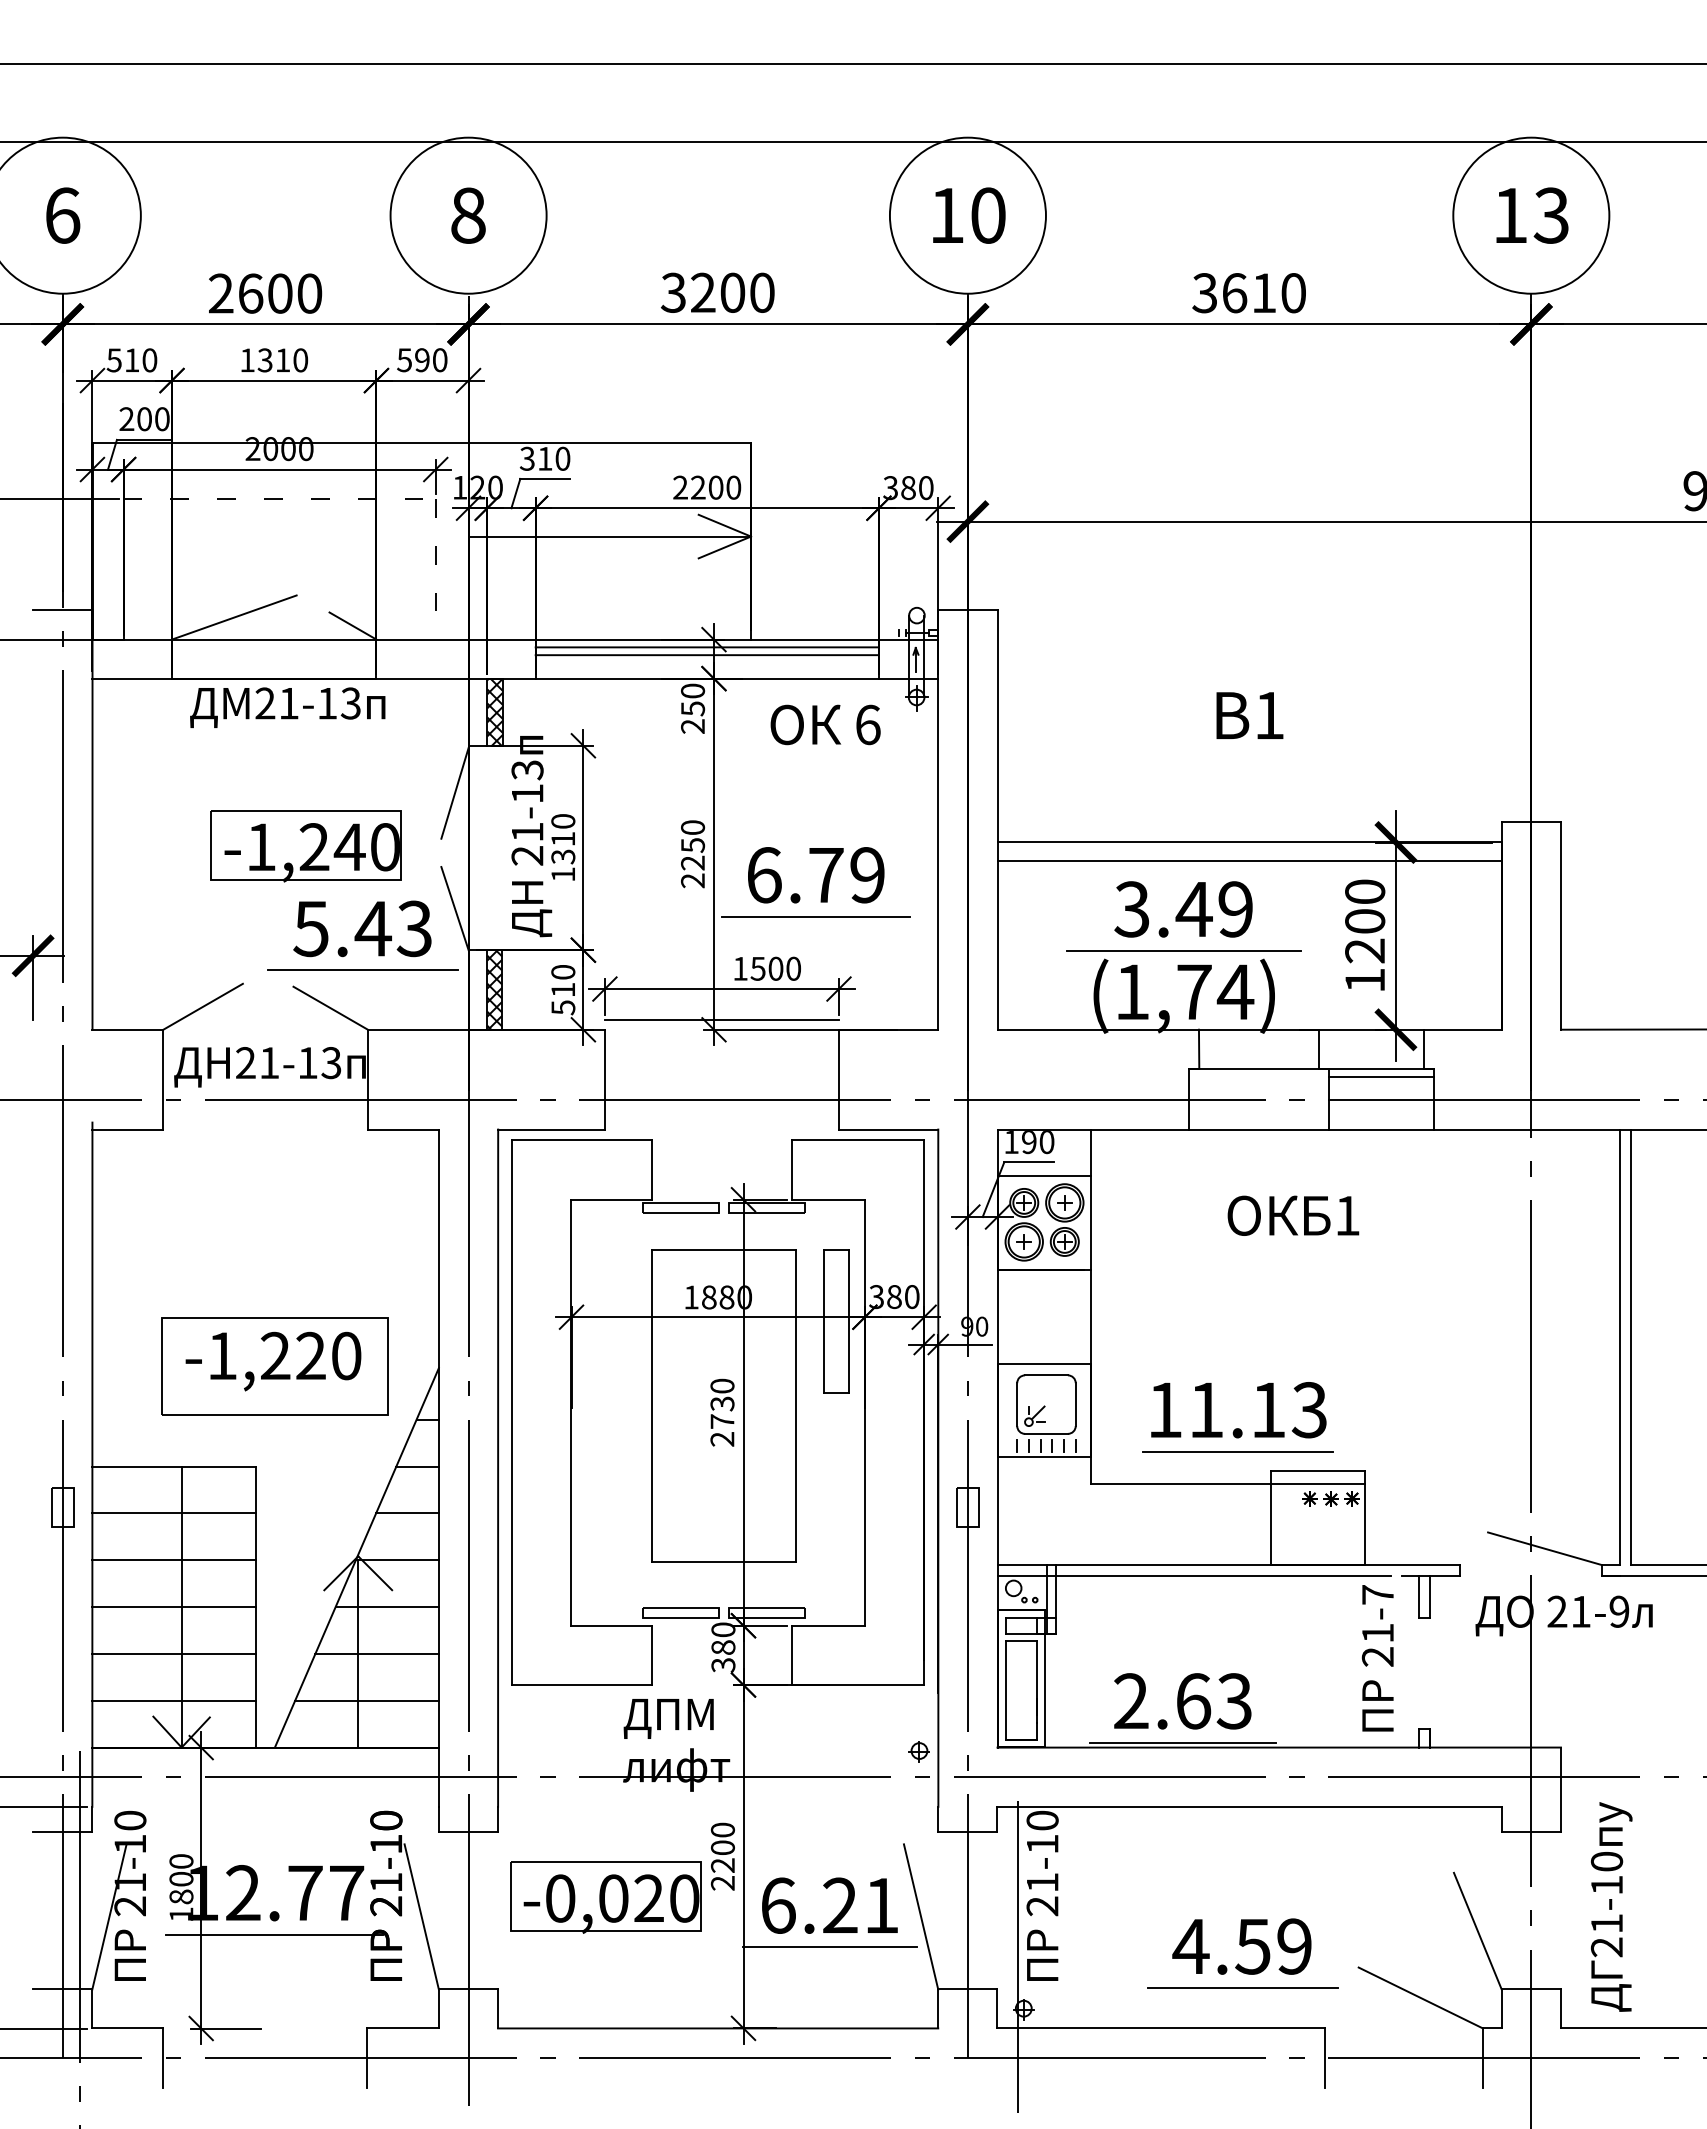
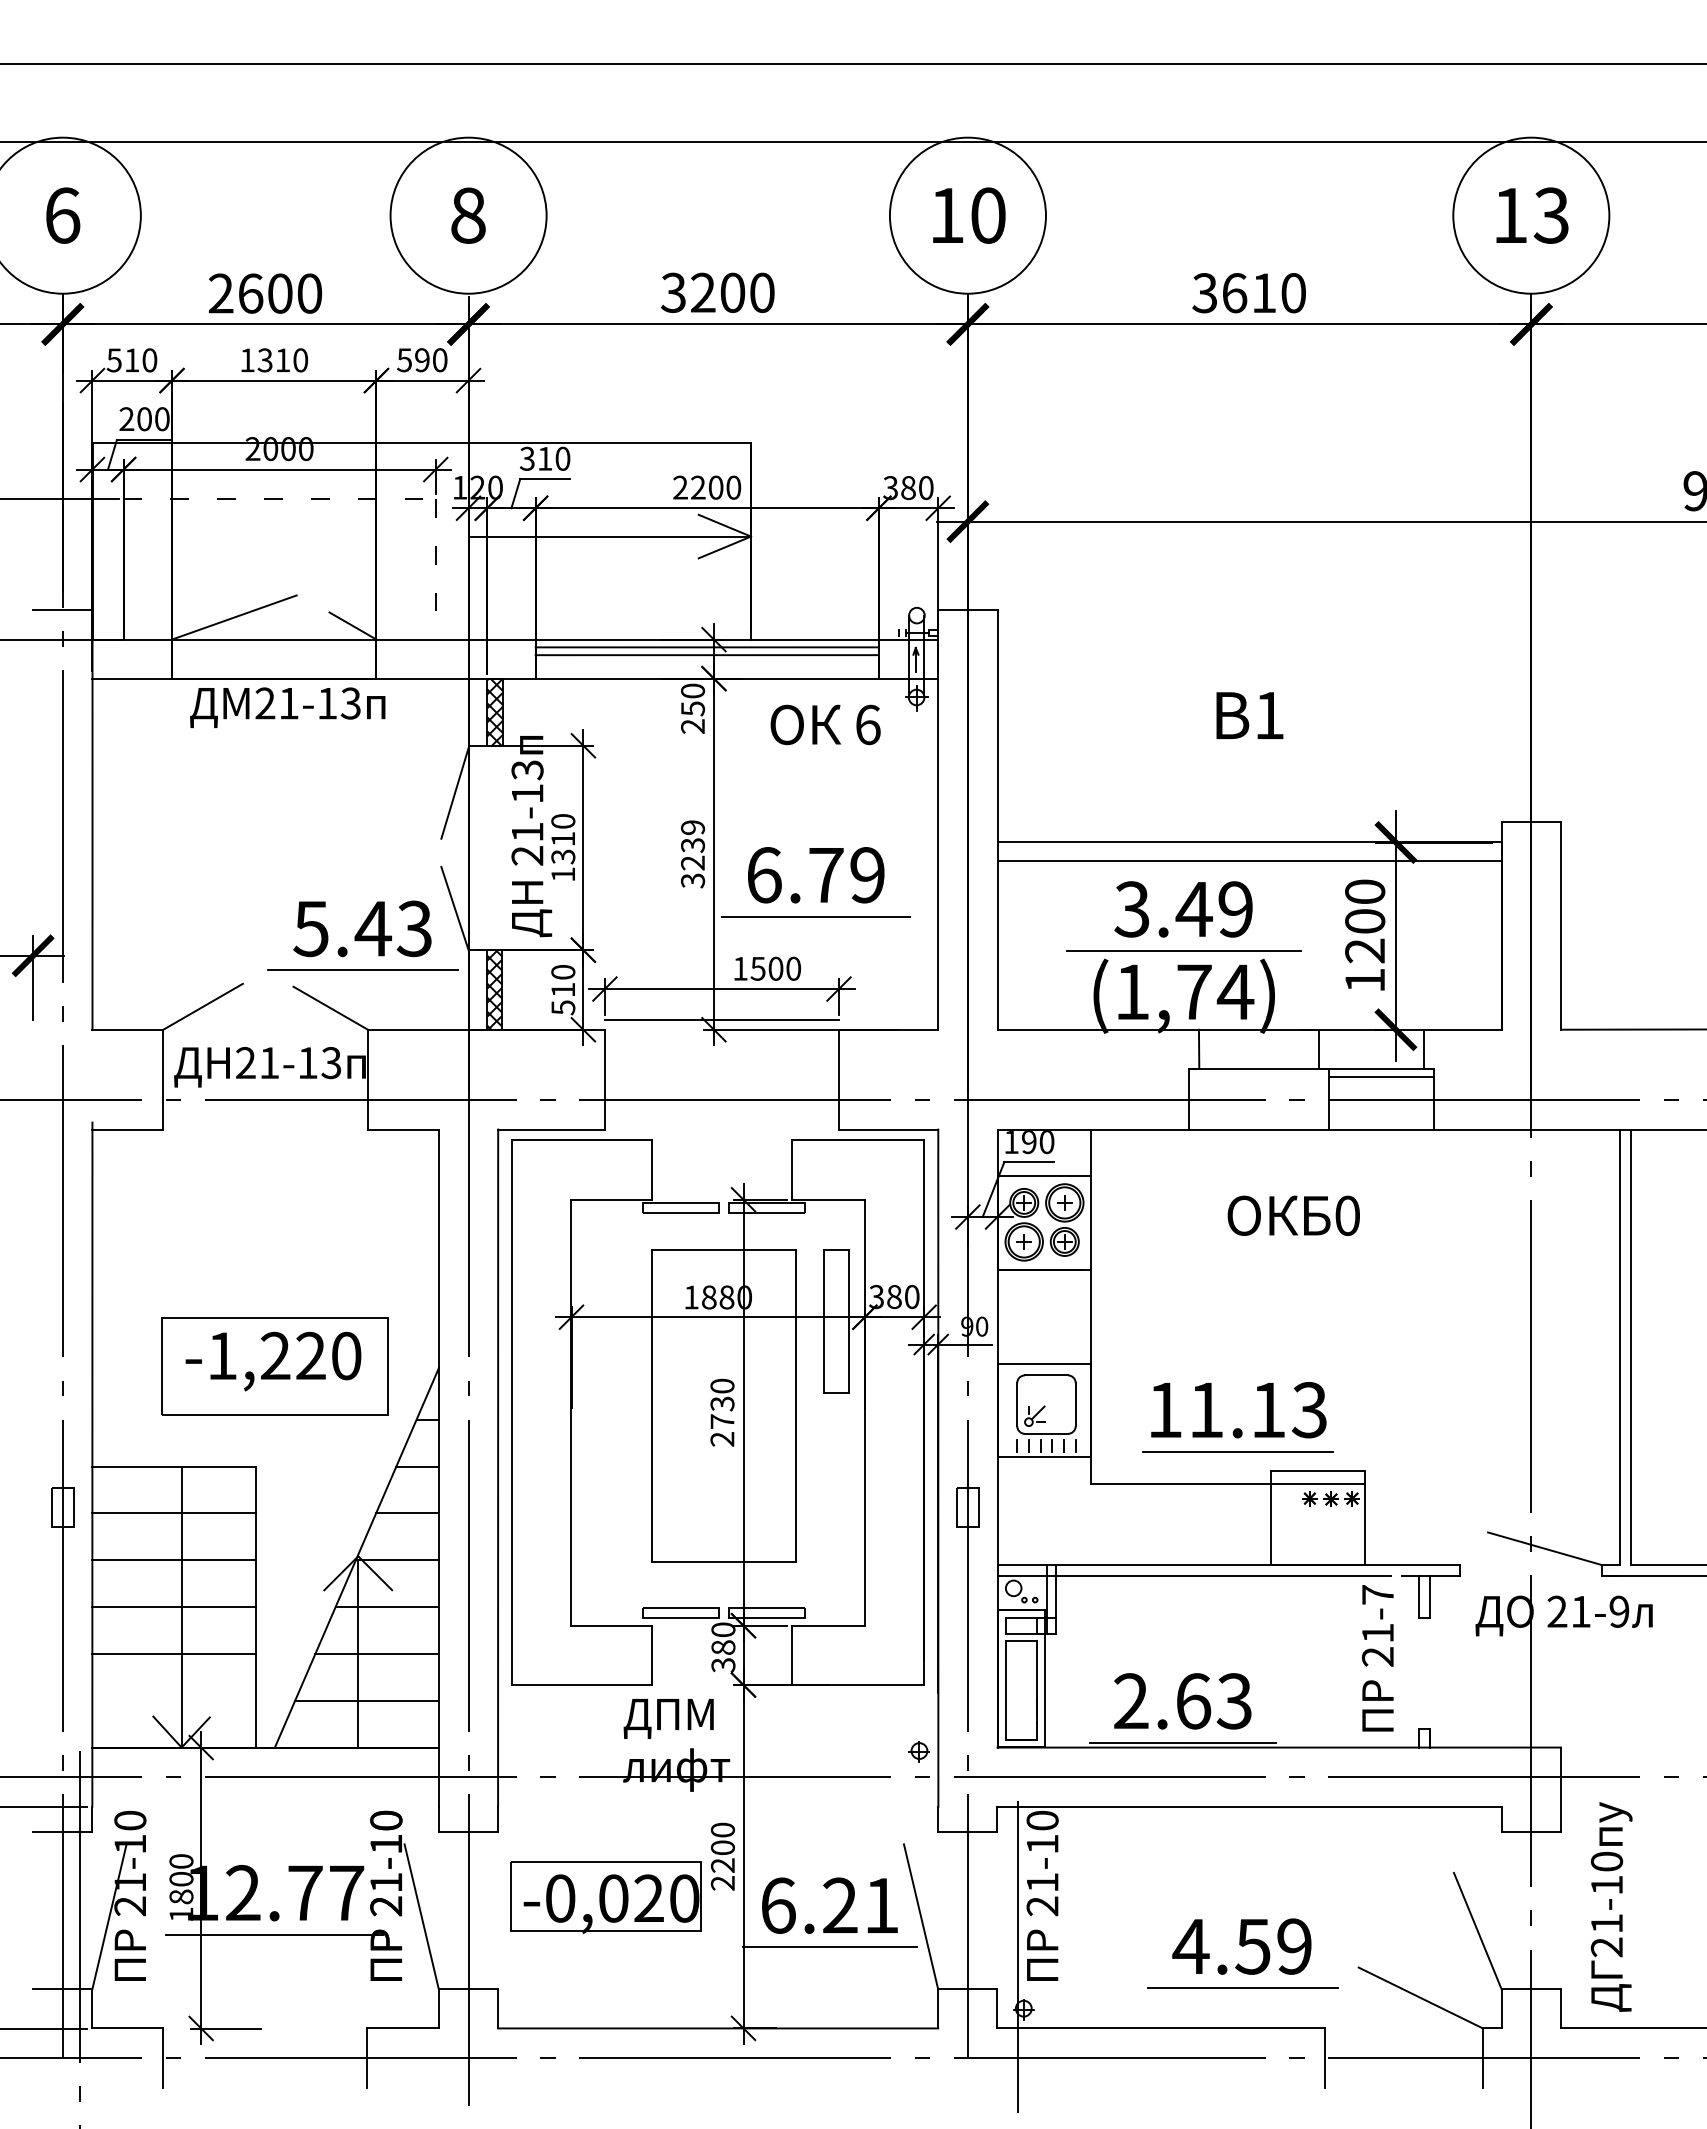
part at (305, 846): present -> none
text at (693, 854): 2250 -> 3239
text at (1347, 1215): 1 -> 0
line at (174, 1700): present -> none
